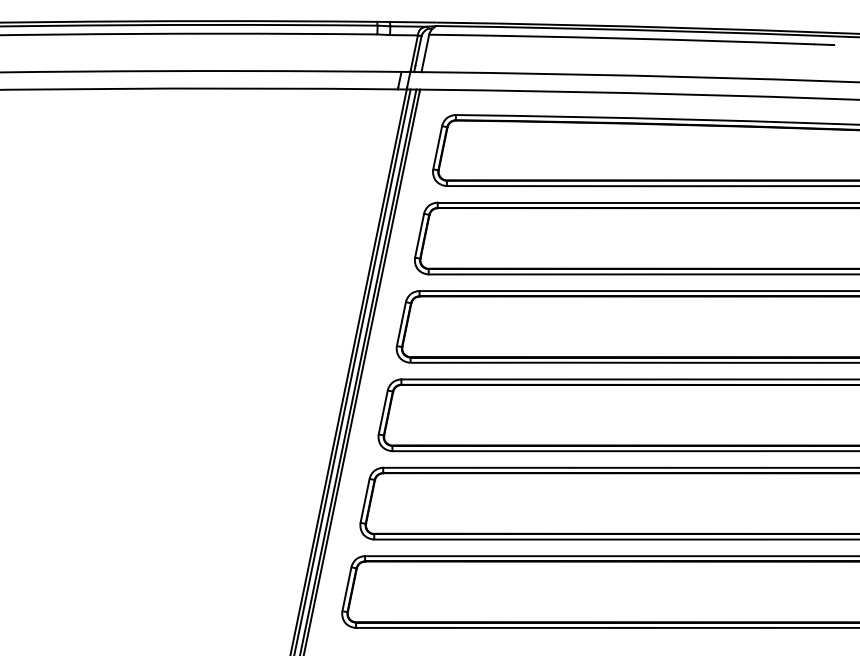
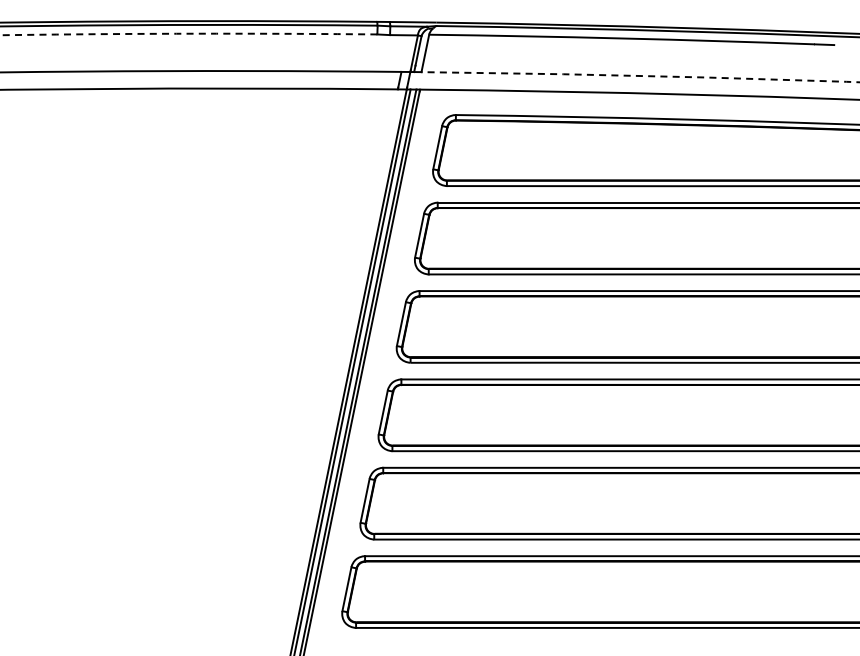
arc at (188, 33): solid -> dashed
arc at (640, 75): solid -> dashed
